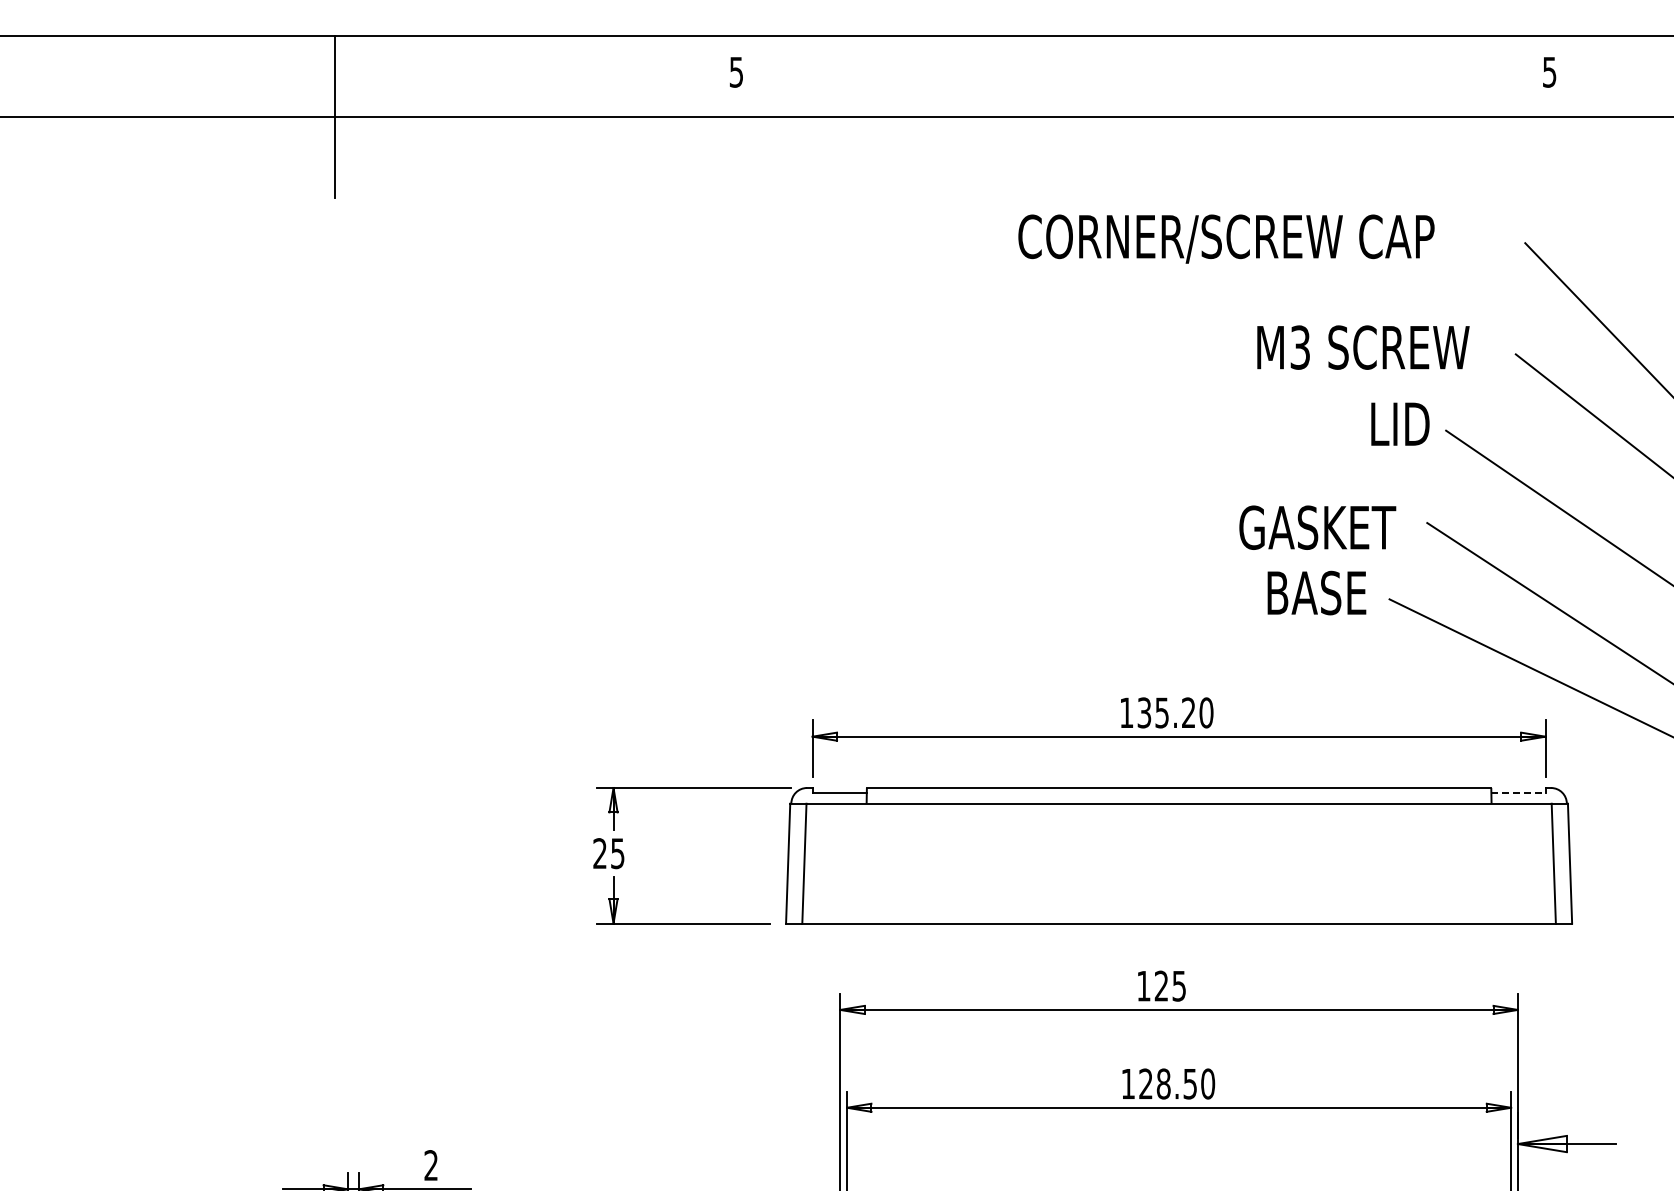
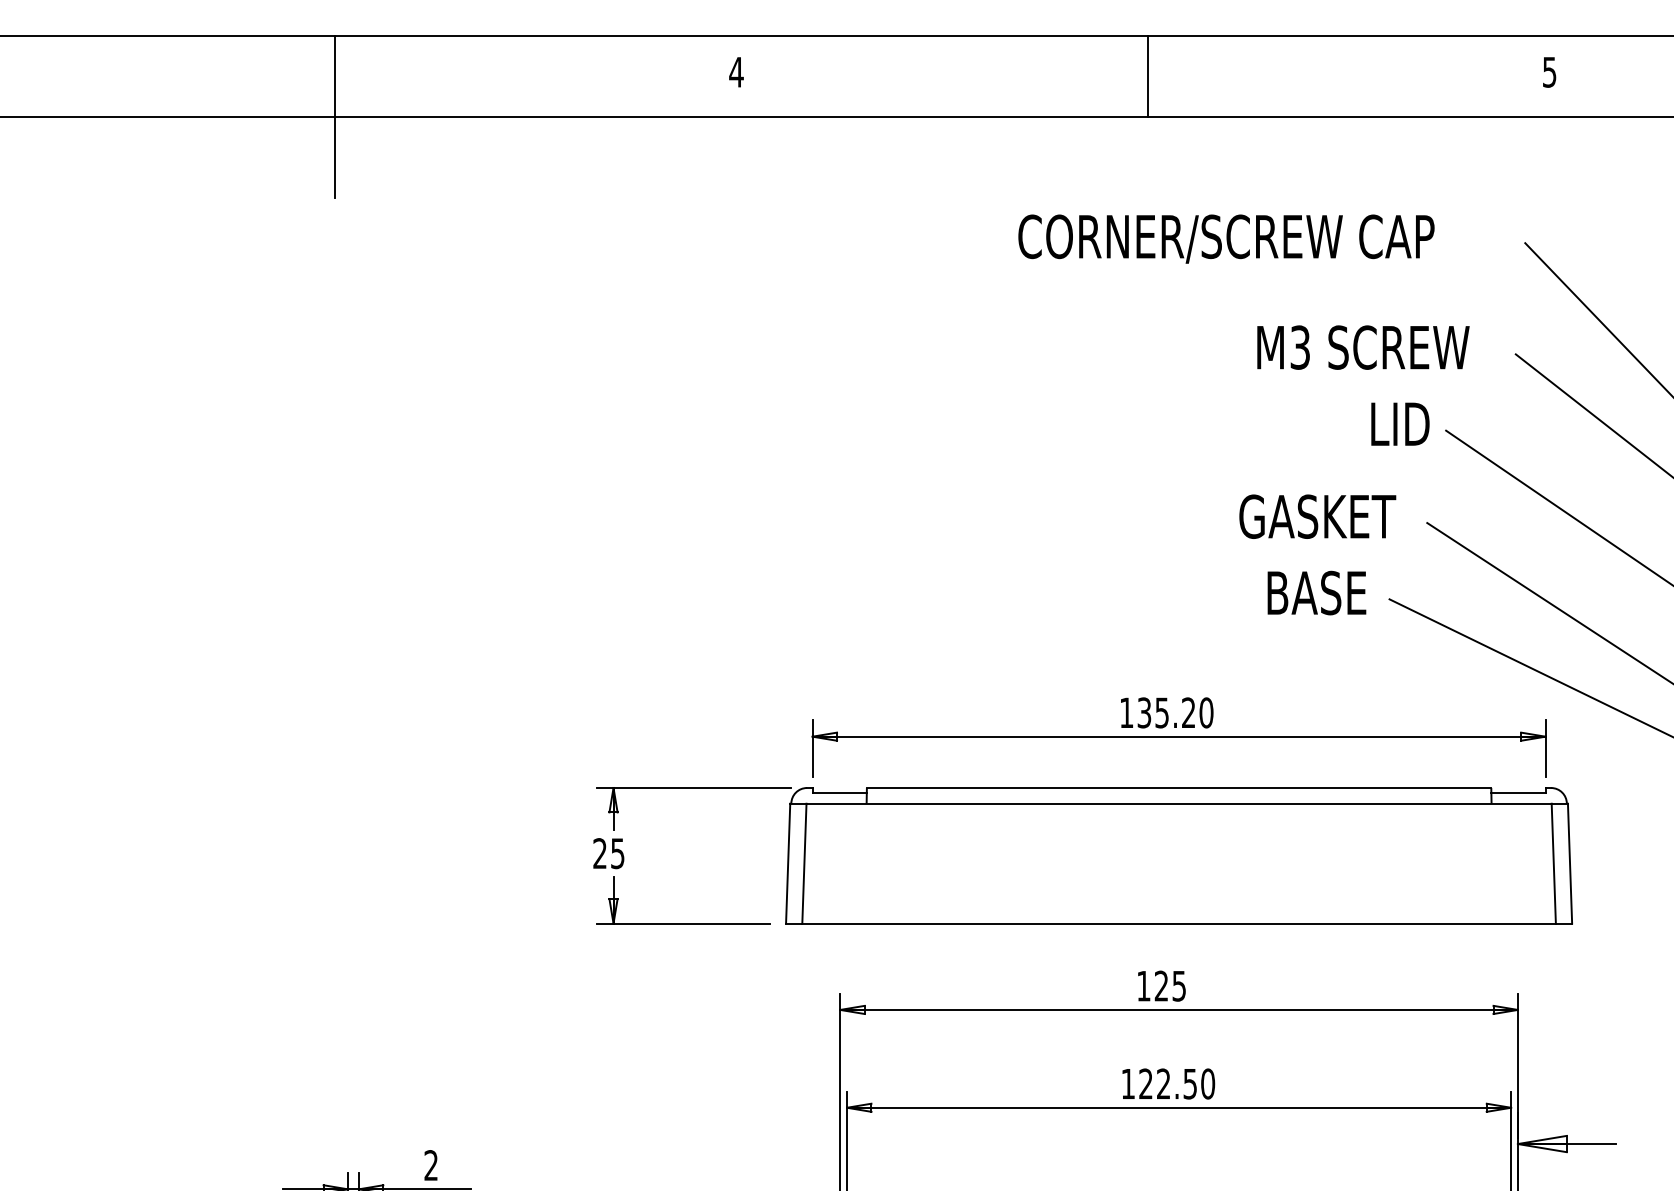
text at (736, 72): 5 -> 4
line at (1147, 75): none -> present
text at (1317, 527) position: (1317, 527) -> (1317, 516)
line at (1518, 793): dashed -> solid
text at (1163, 1083): 128.50 -> 122.50
